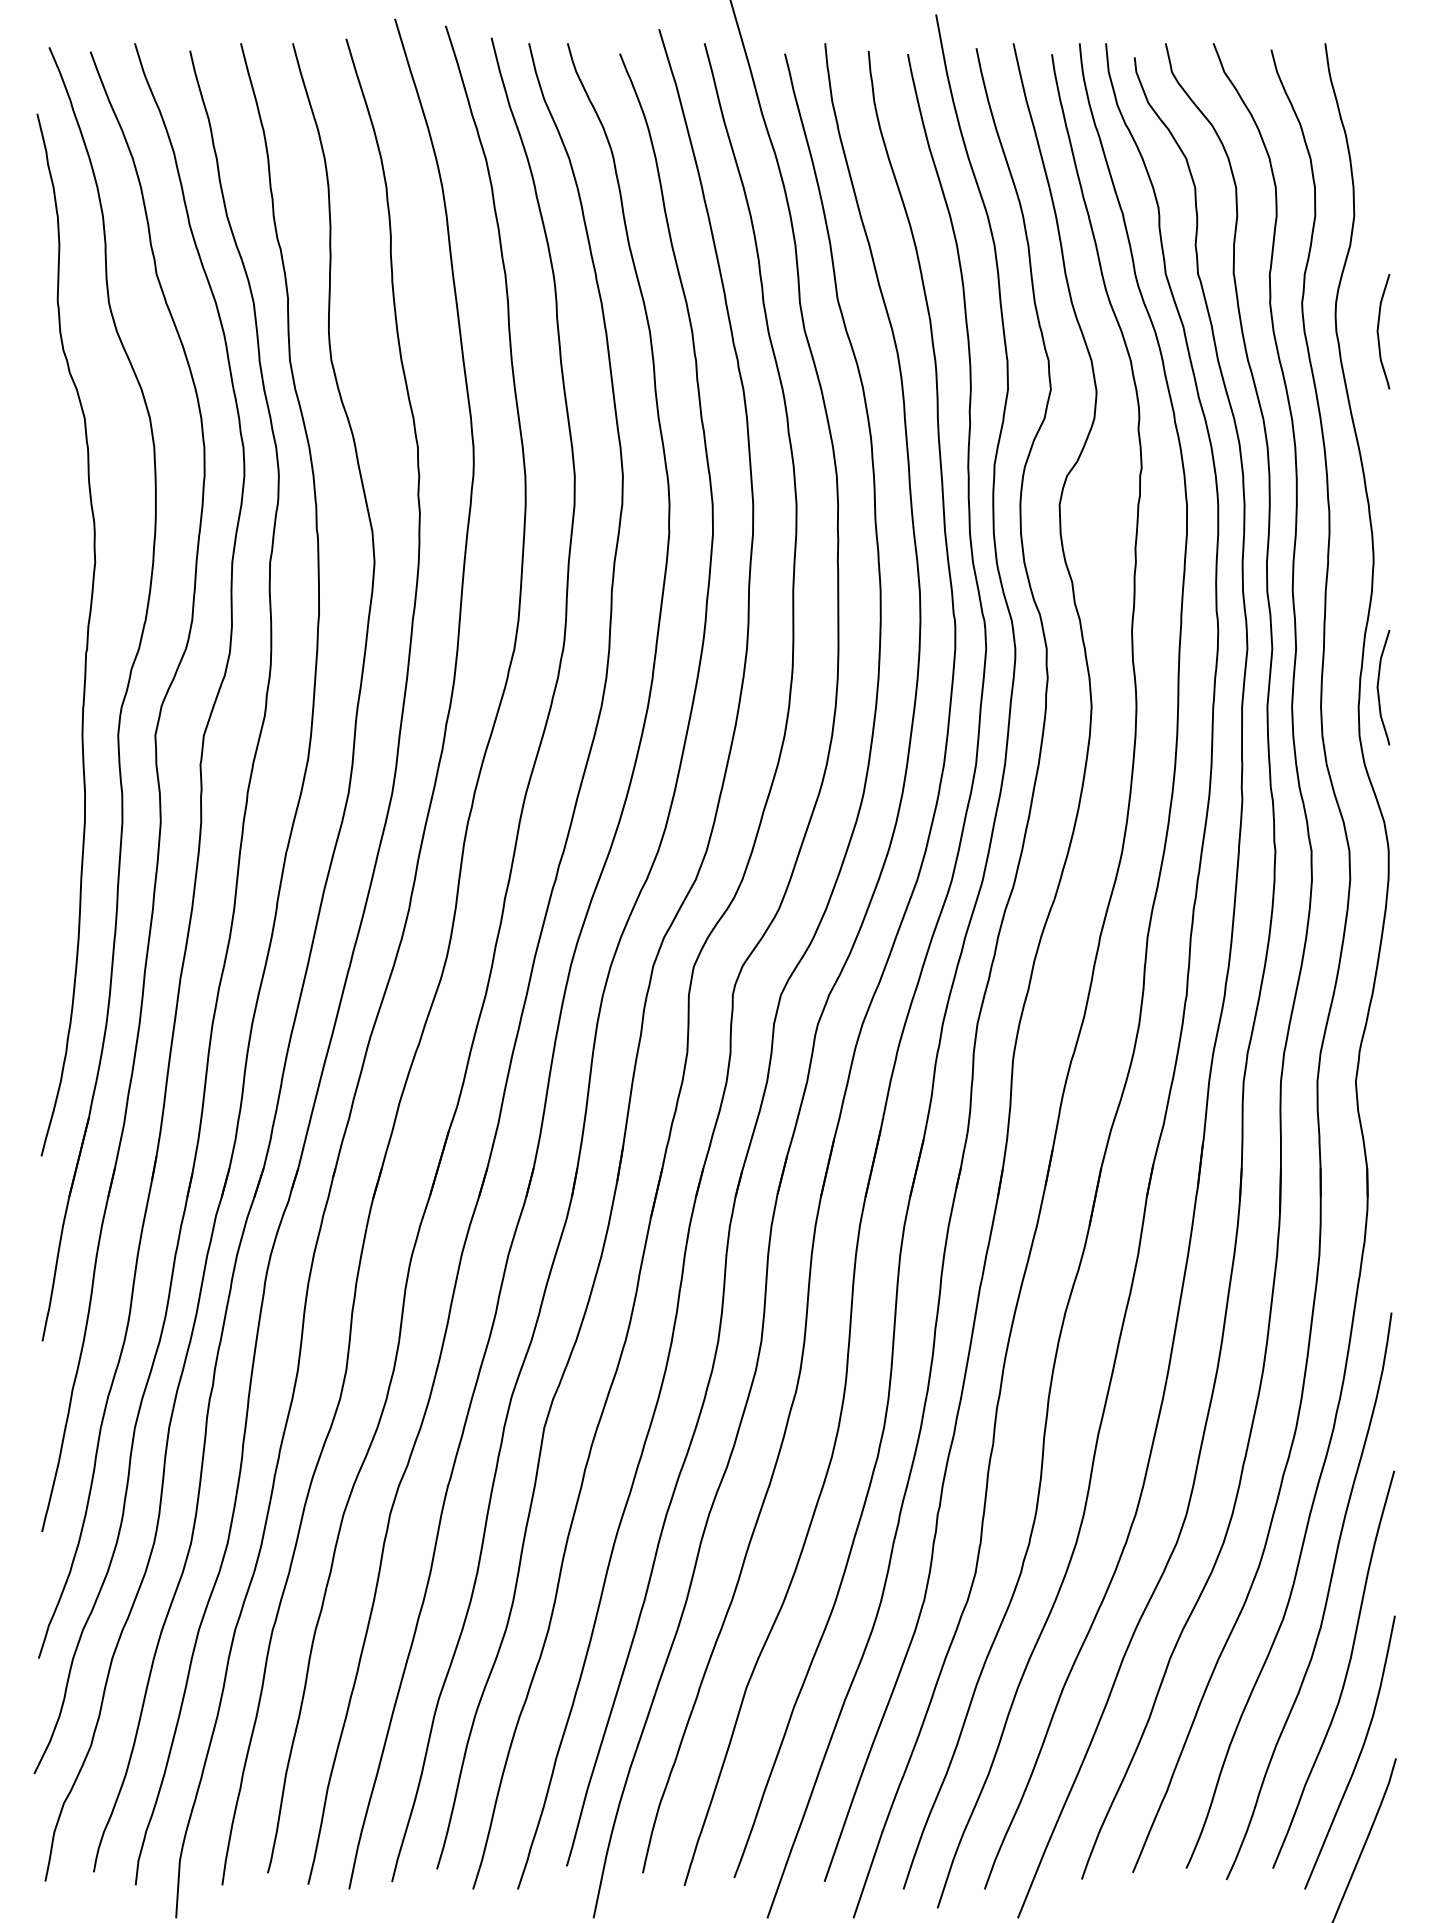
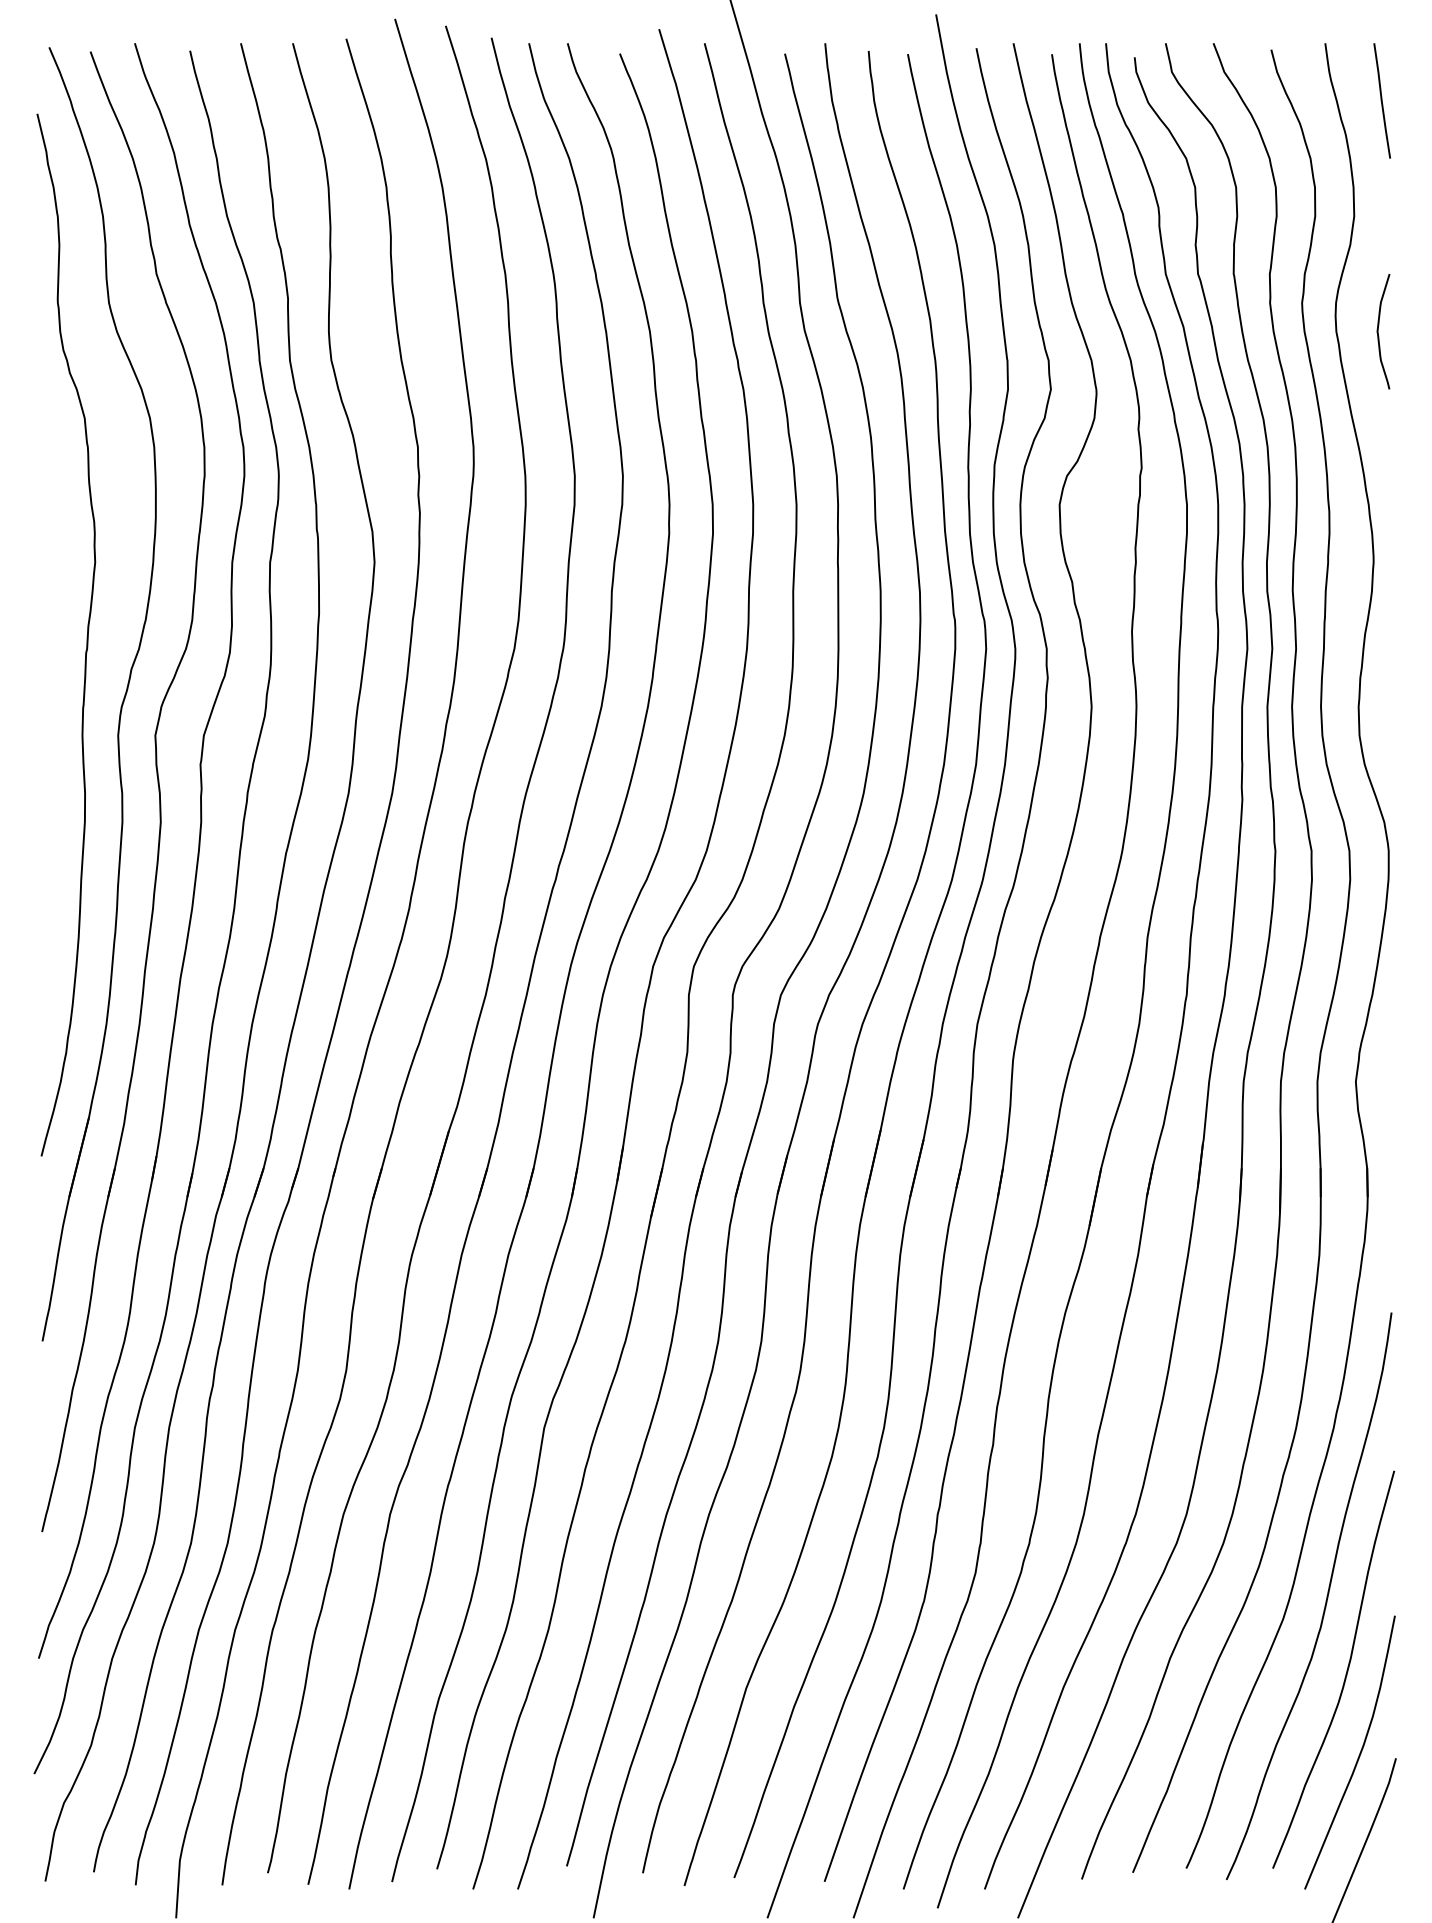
line at (1381, 100): none -> present
curve at (1378, 687): present -> none
